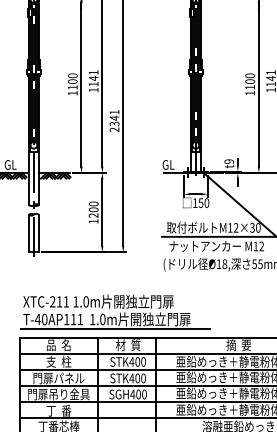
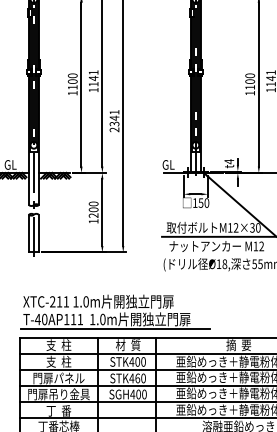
text at (229, 161): t9 -> t4
text at (58, 345): 品  名 -> 支  柱
text at (137, 378): STK400 -> STK460
